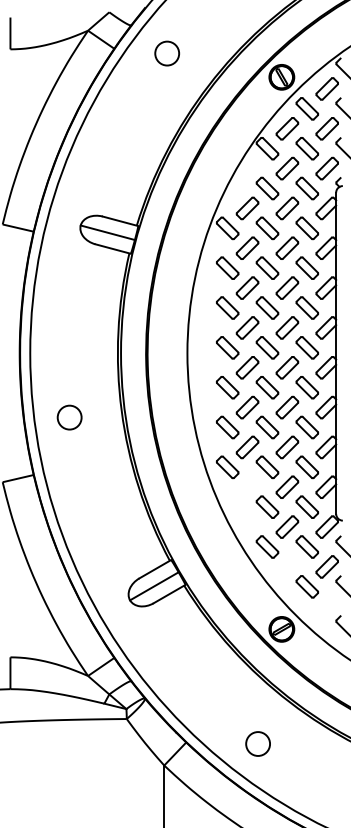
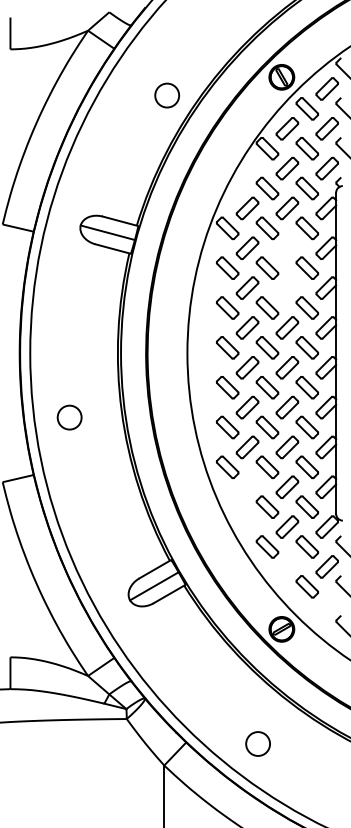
circle at (167, 53) position: (167, 53) -> (167, 95)
part at (287, 247): present -> none
part at (287, 287): present -> none
